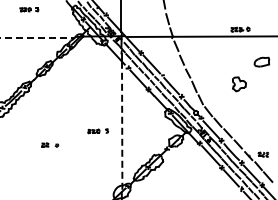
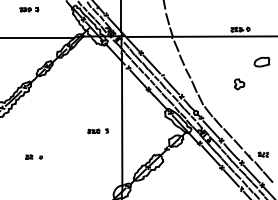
line at (37, 37): dashed -> solid
part at (239, 84) size: 15x17 px -> 12x13 px
line at (122, 126): dashed -> solid
part at (50, 144) position: (50, 144) -> (34, 156)
